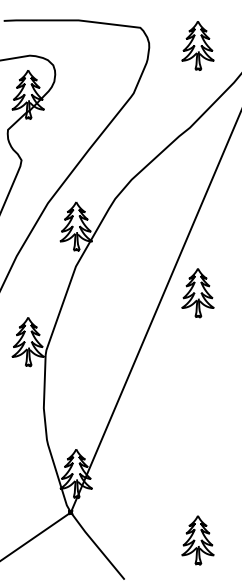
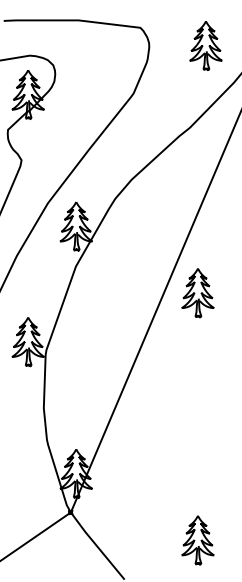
part at (197, 45) position: (197, 45) -> (205, 45)
